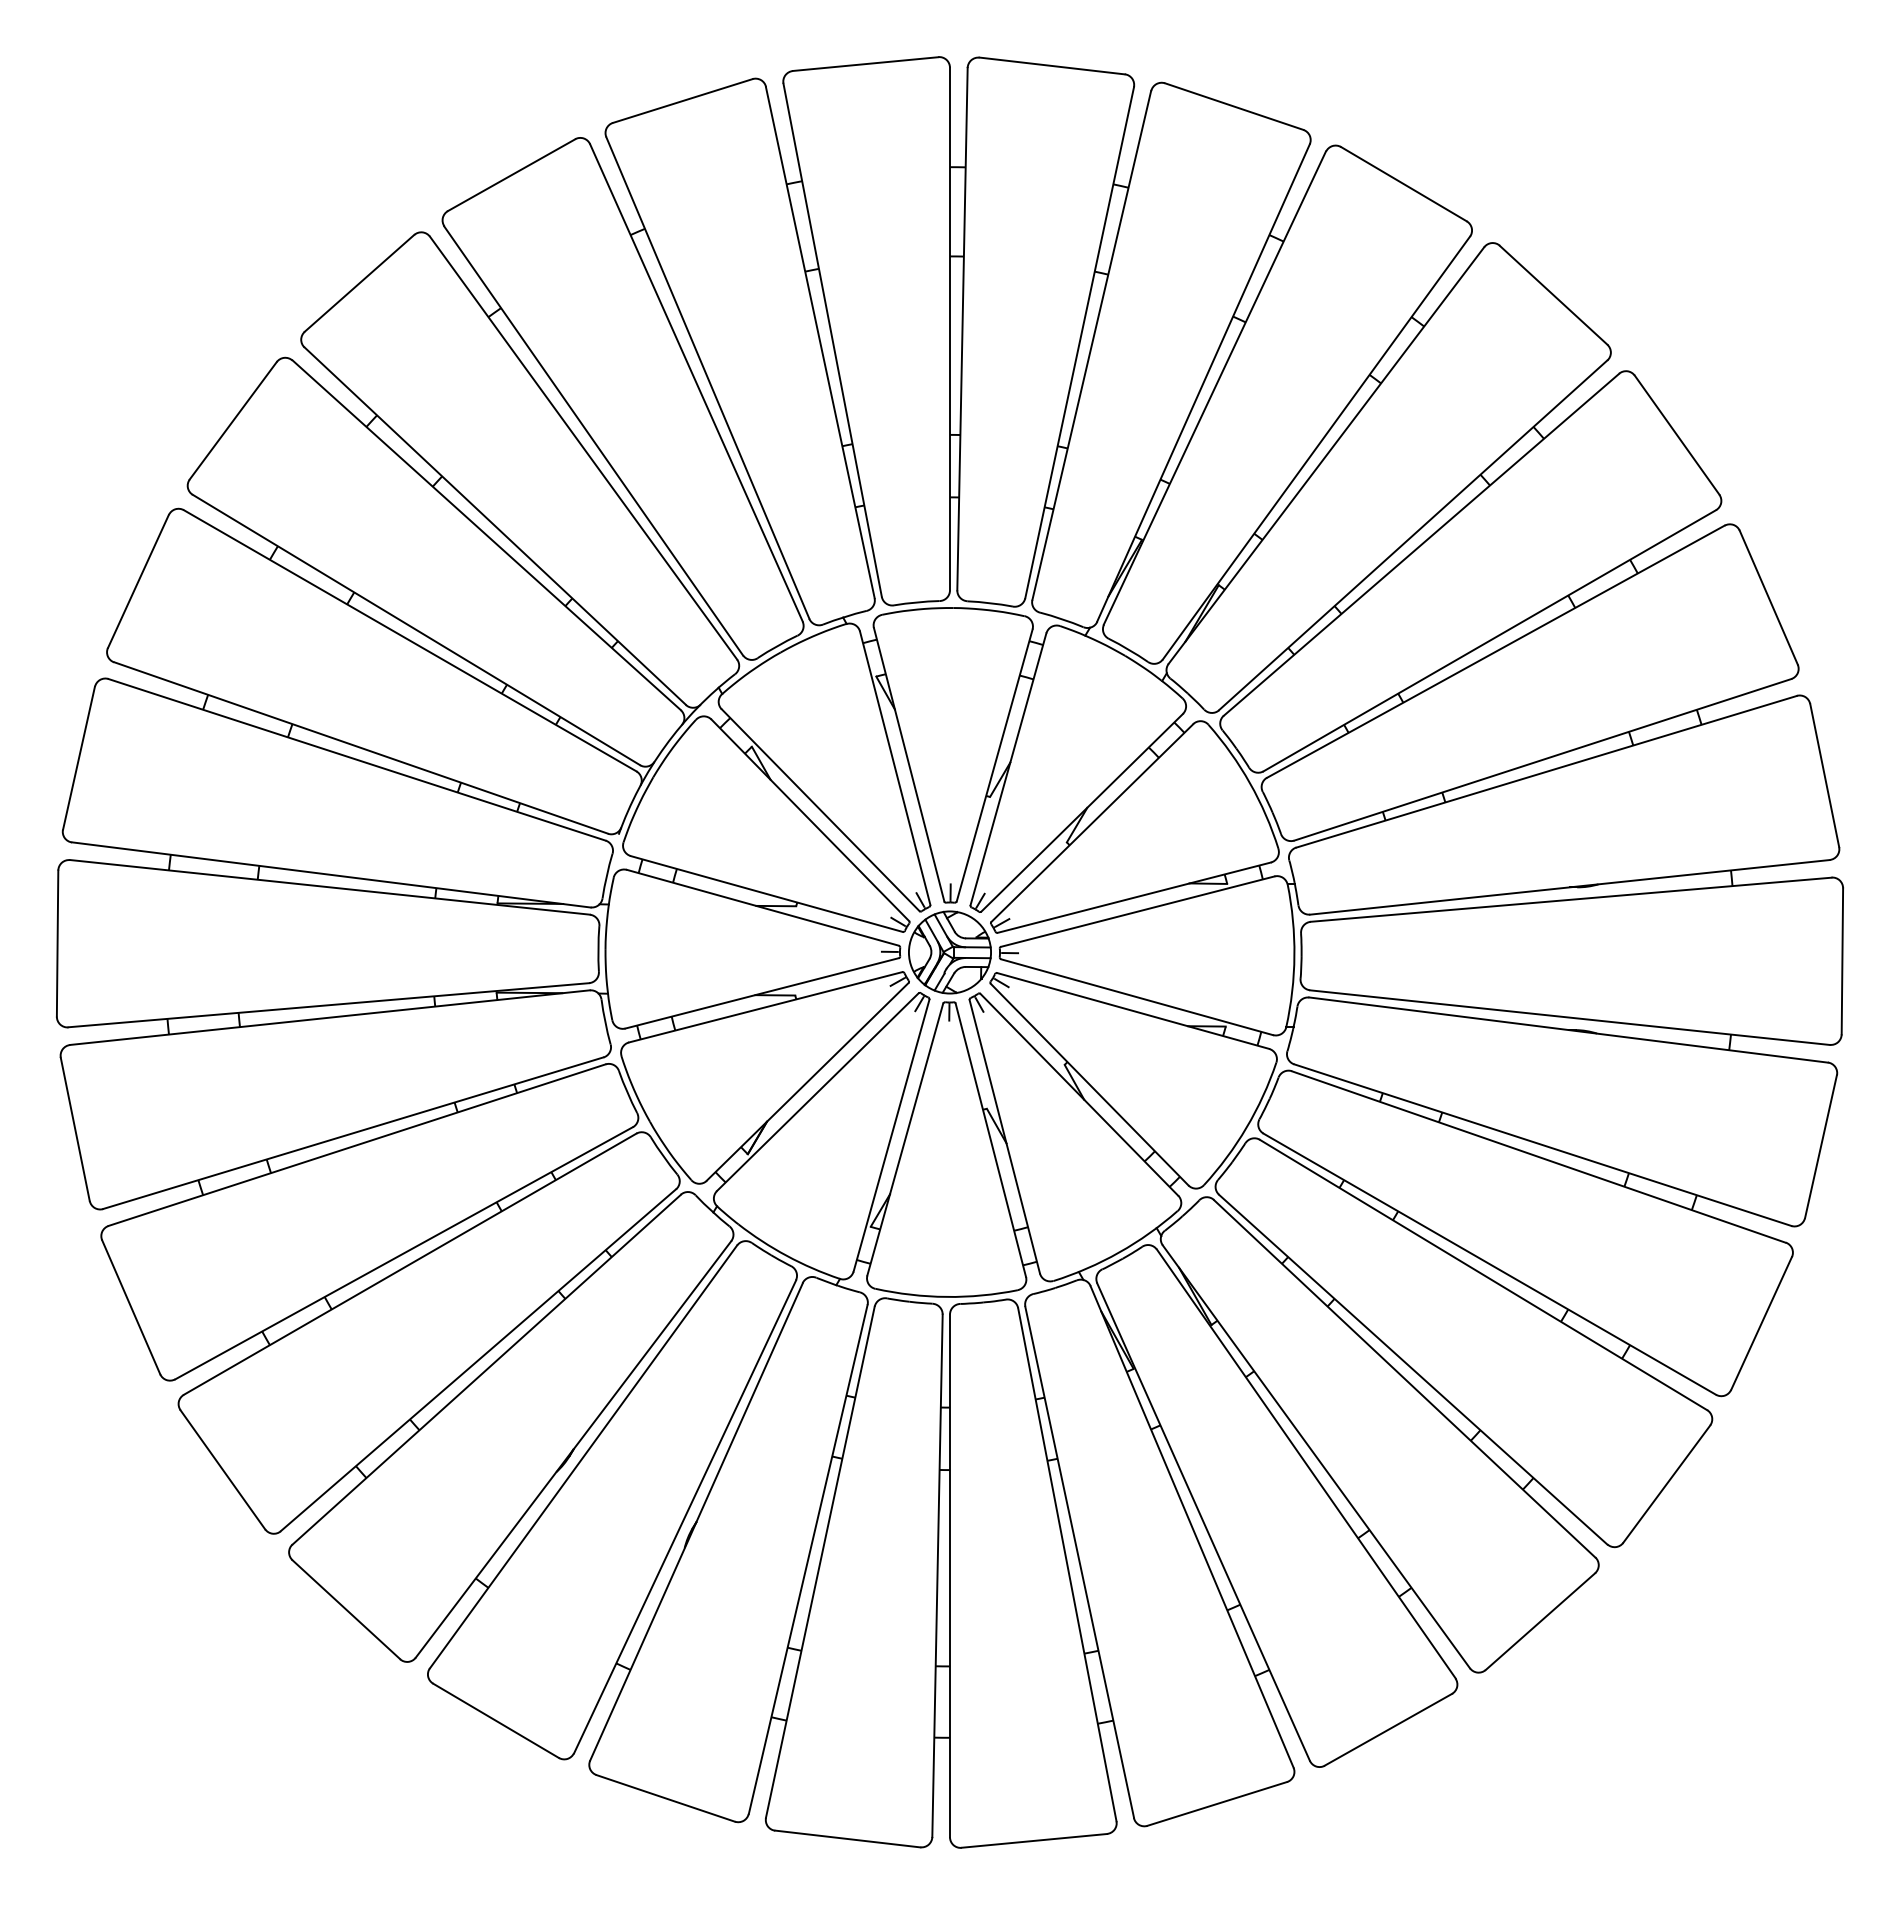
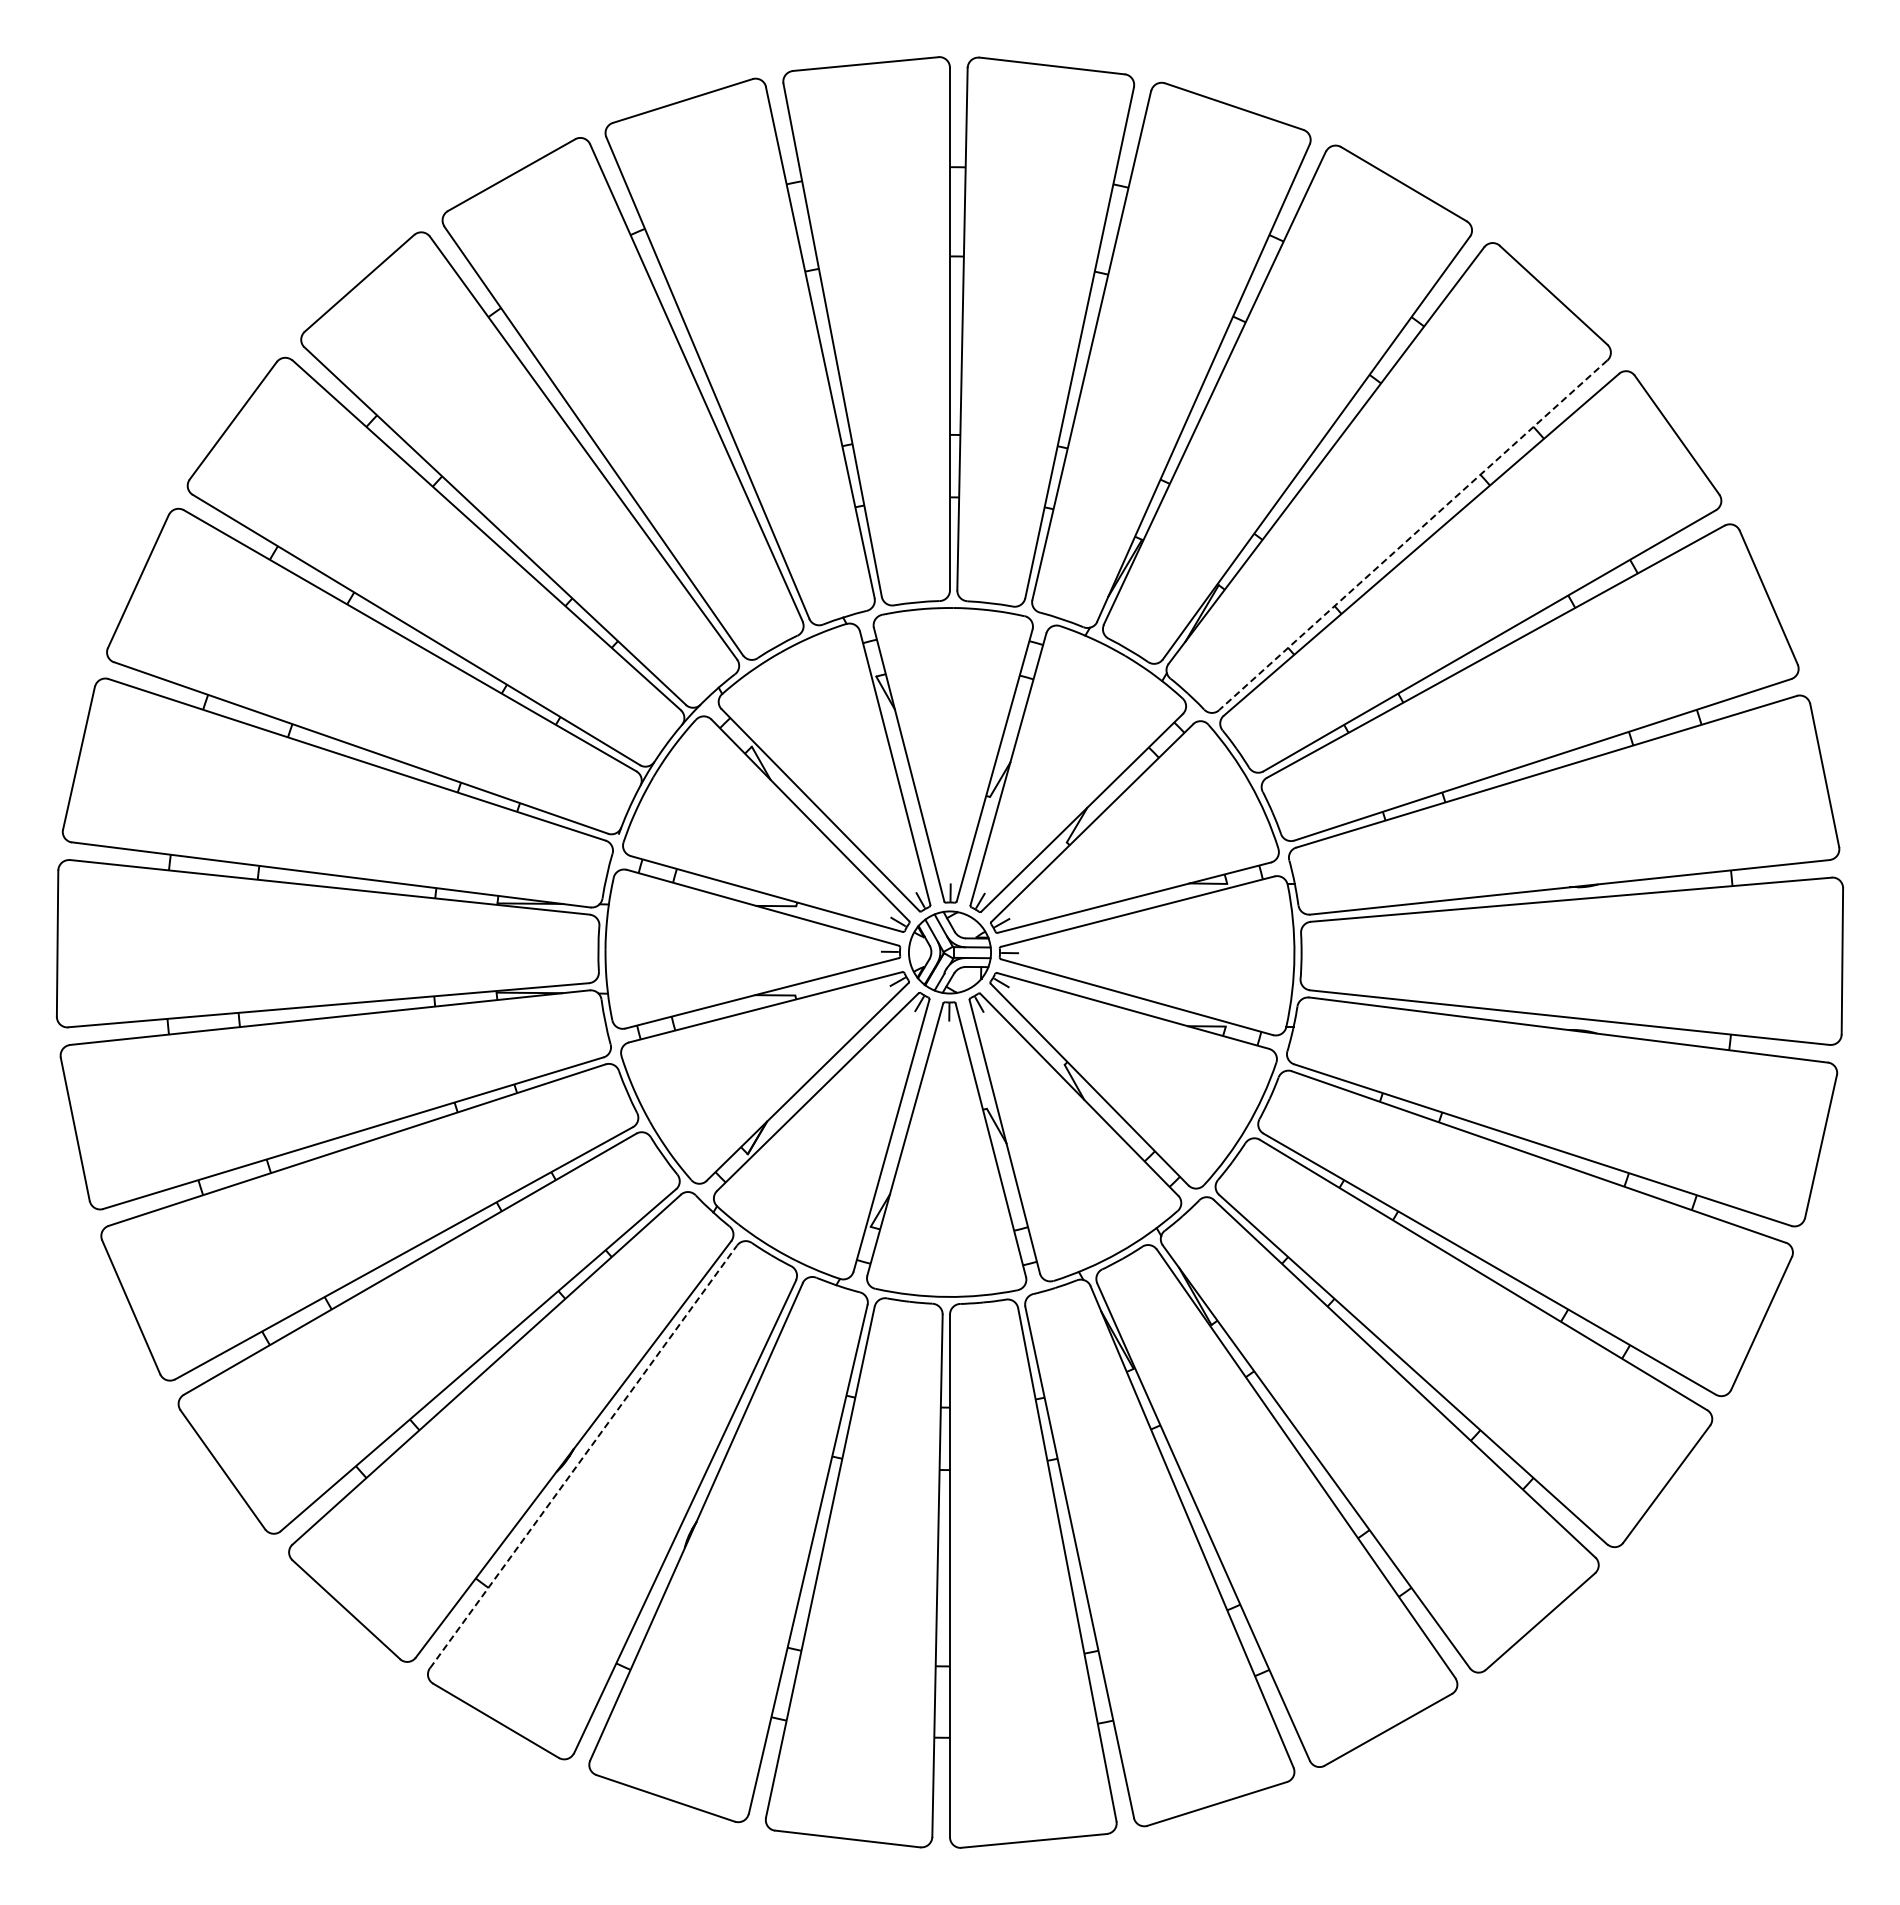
line at (1412, 535): solid -> dashed
line at (583, 1456): solid -> dashed
